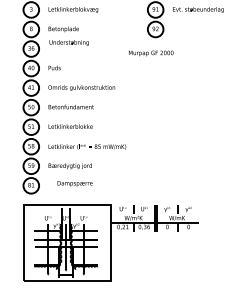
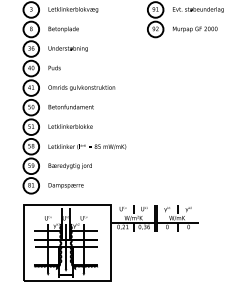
text at (68, 42) position: (68, 42) -> (67, 48)
text at (151, 53) position: (151, 53) -> (195, 29)
text at (74, 183) position: (74, 183) -> (65, 185)
